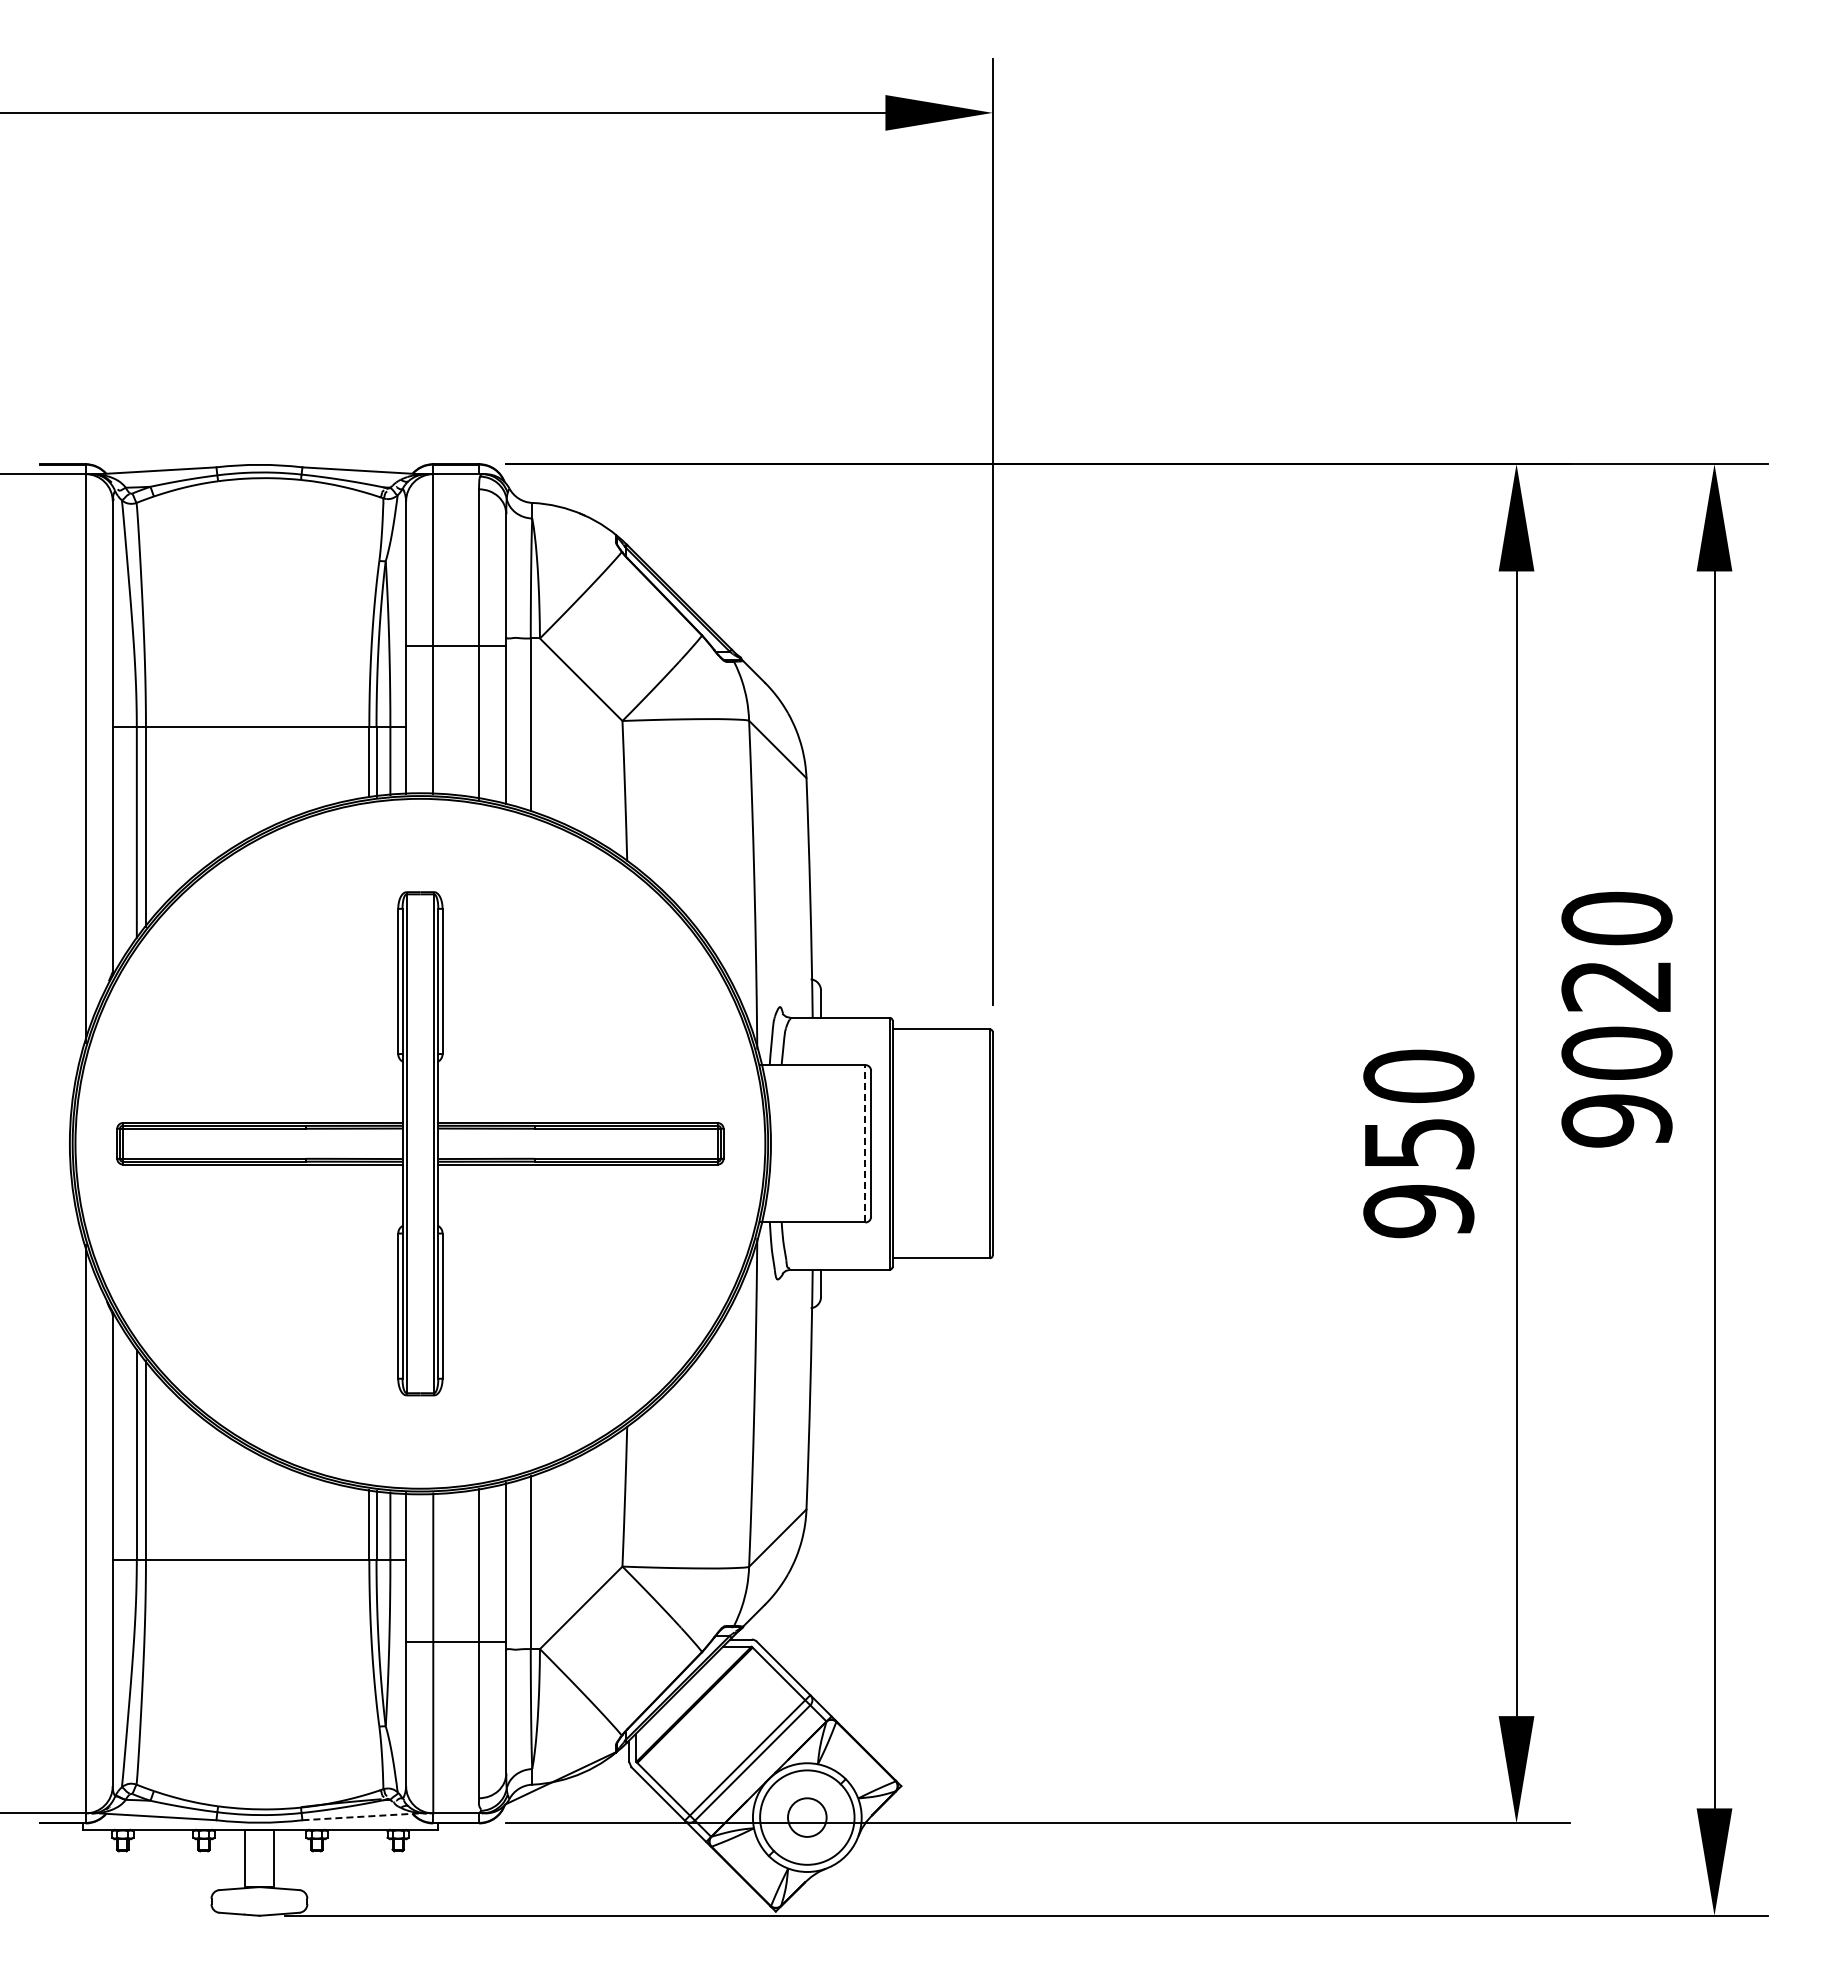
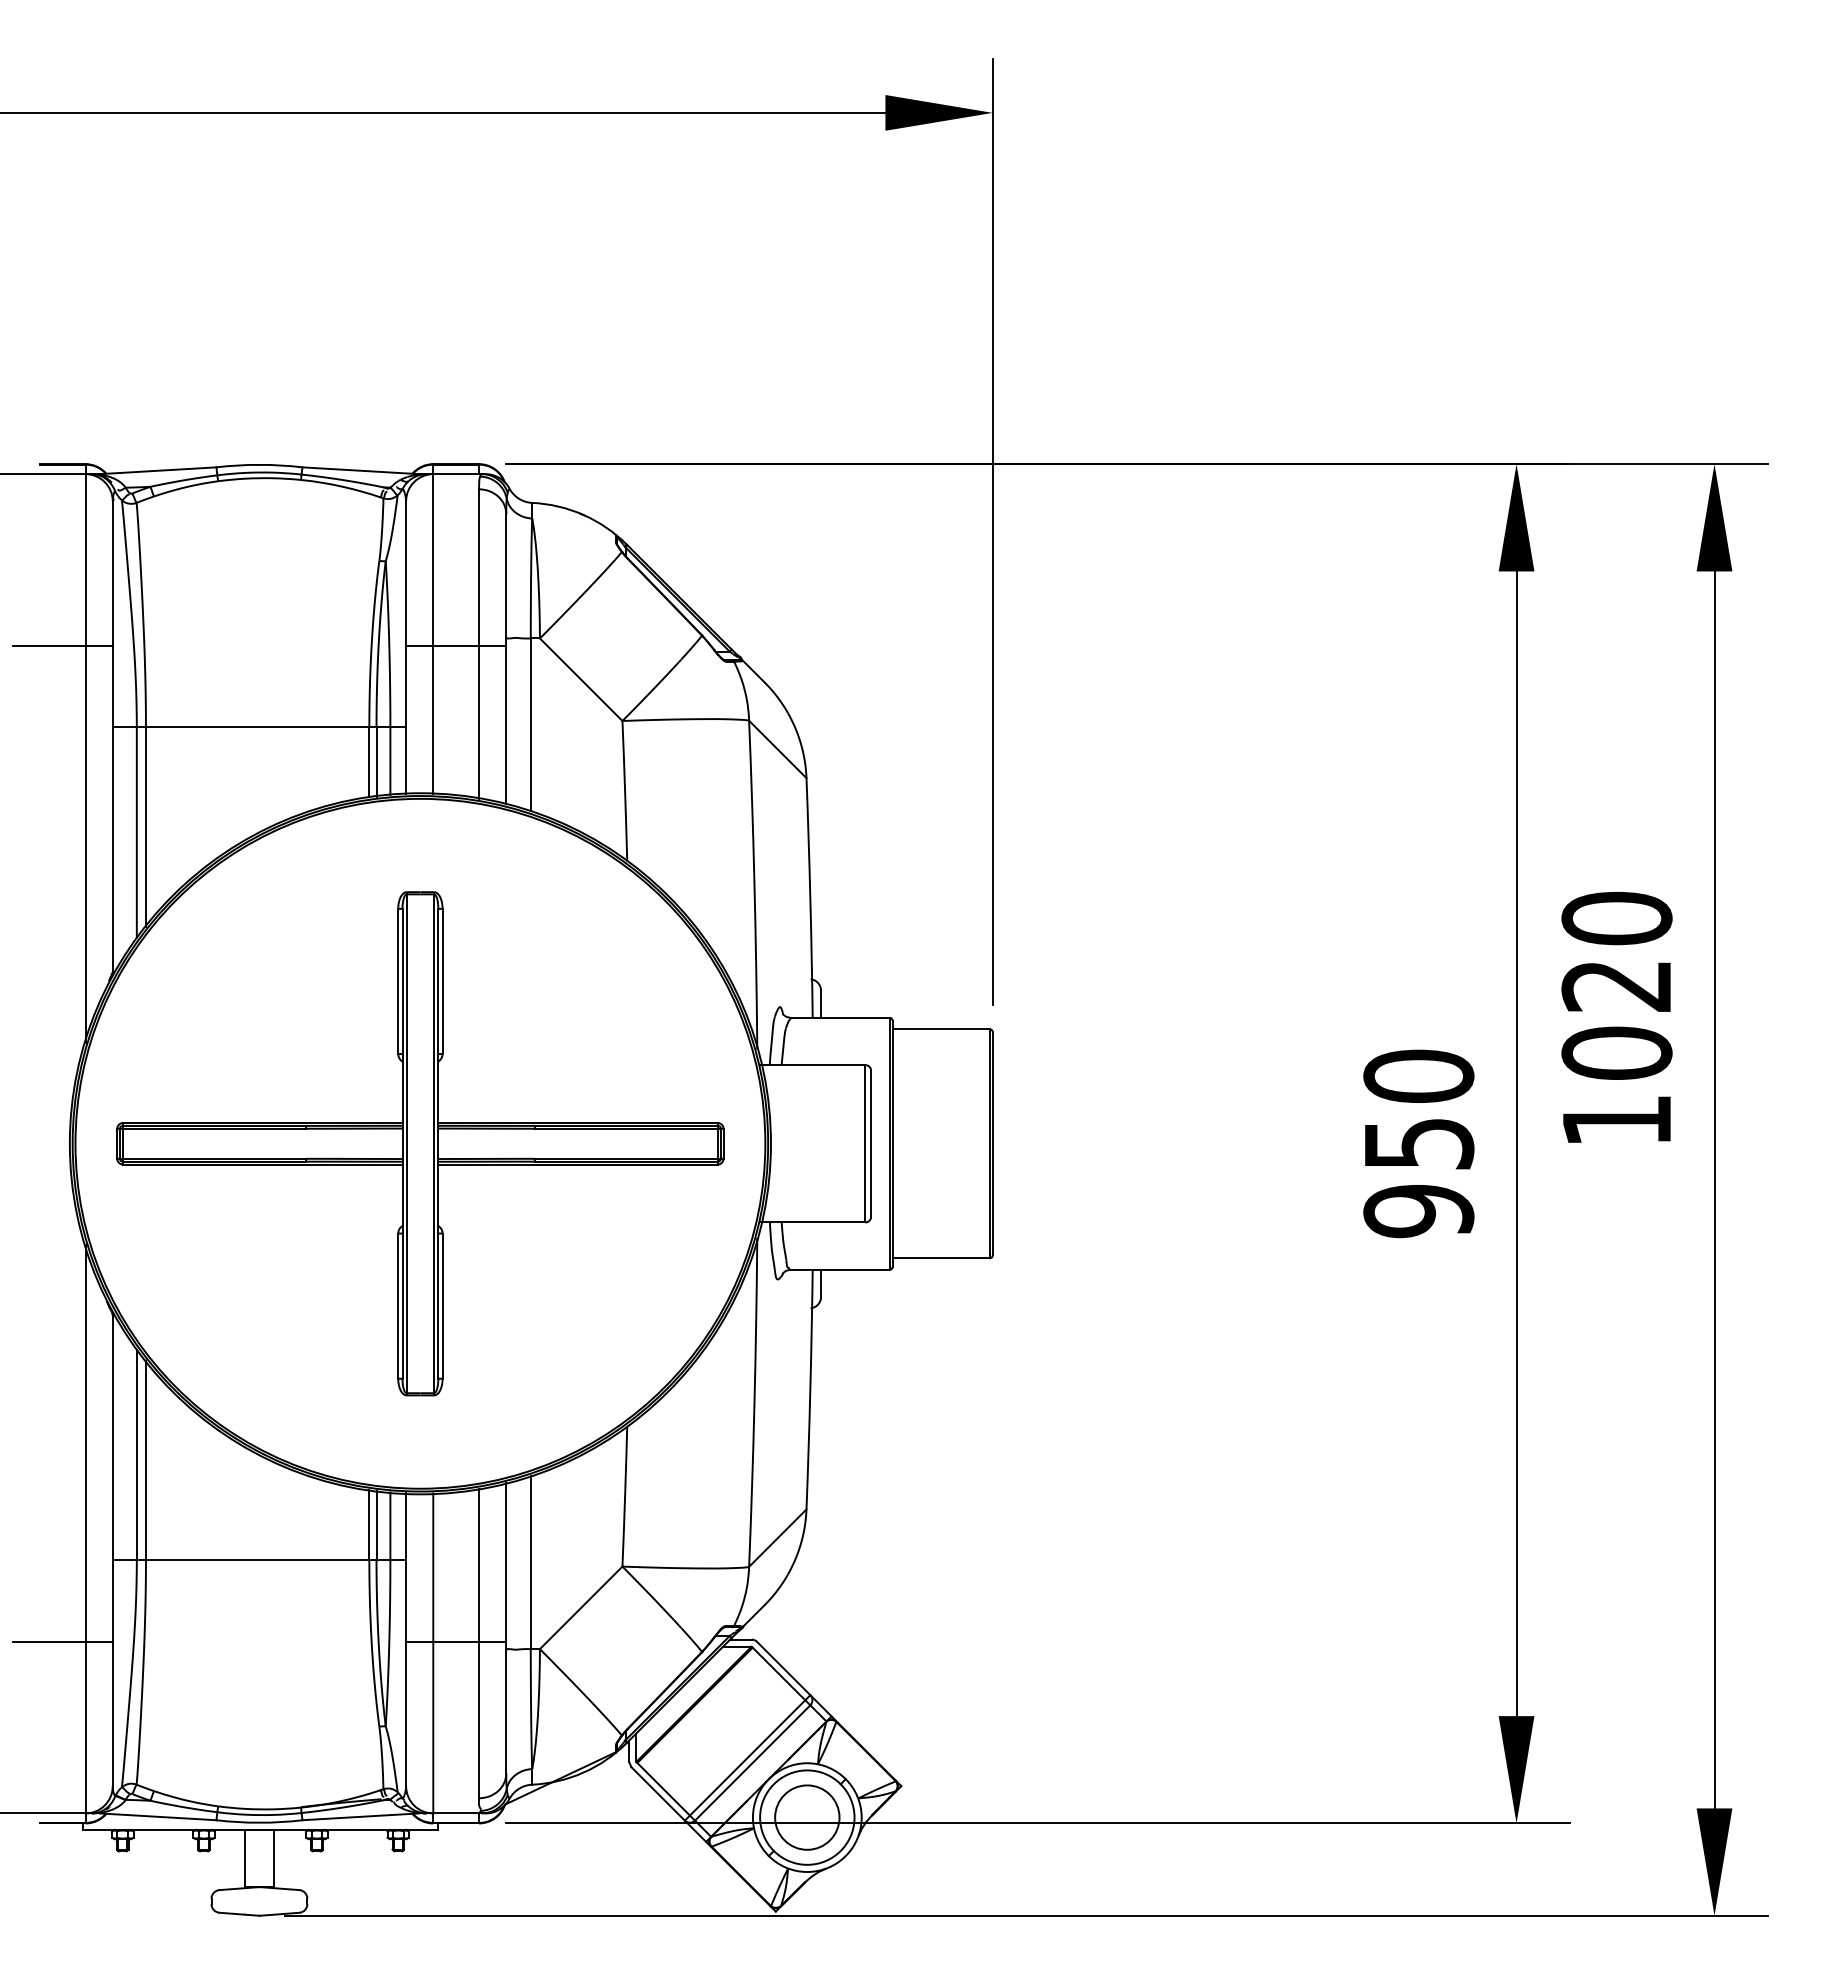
line at (62, 645): none -> present
text at (1616, 1120): 9020 -> 1020
line at (865, 1143): dashed -> solid
line at (62, 1641): none -> present
line at (361, 1816): dashed -> solid
circle at (807, 1817) diameter: 39 px -> 64 px
